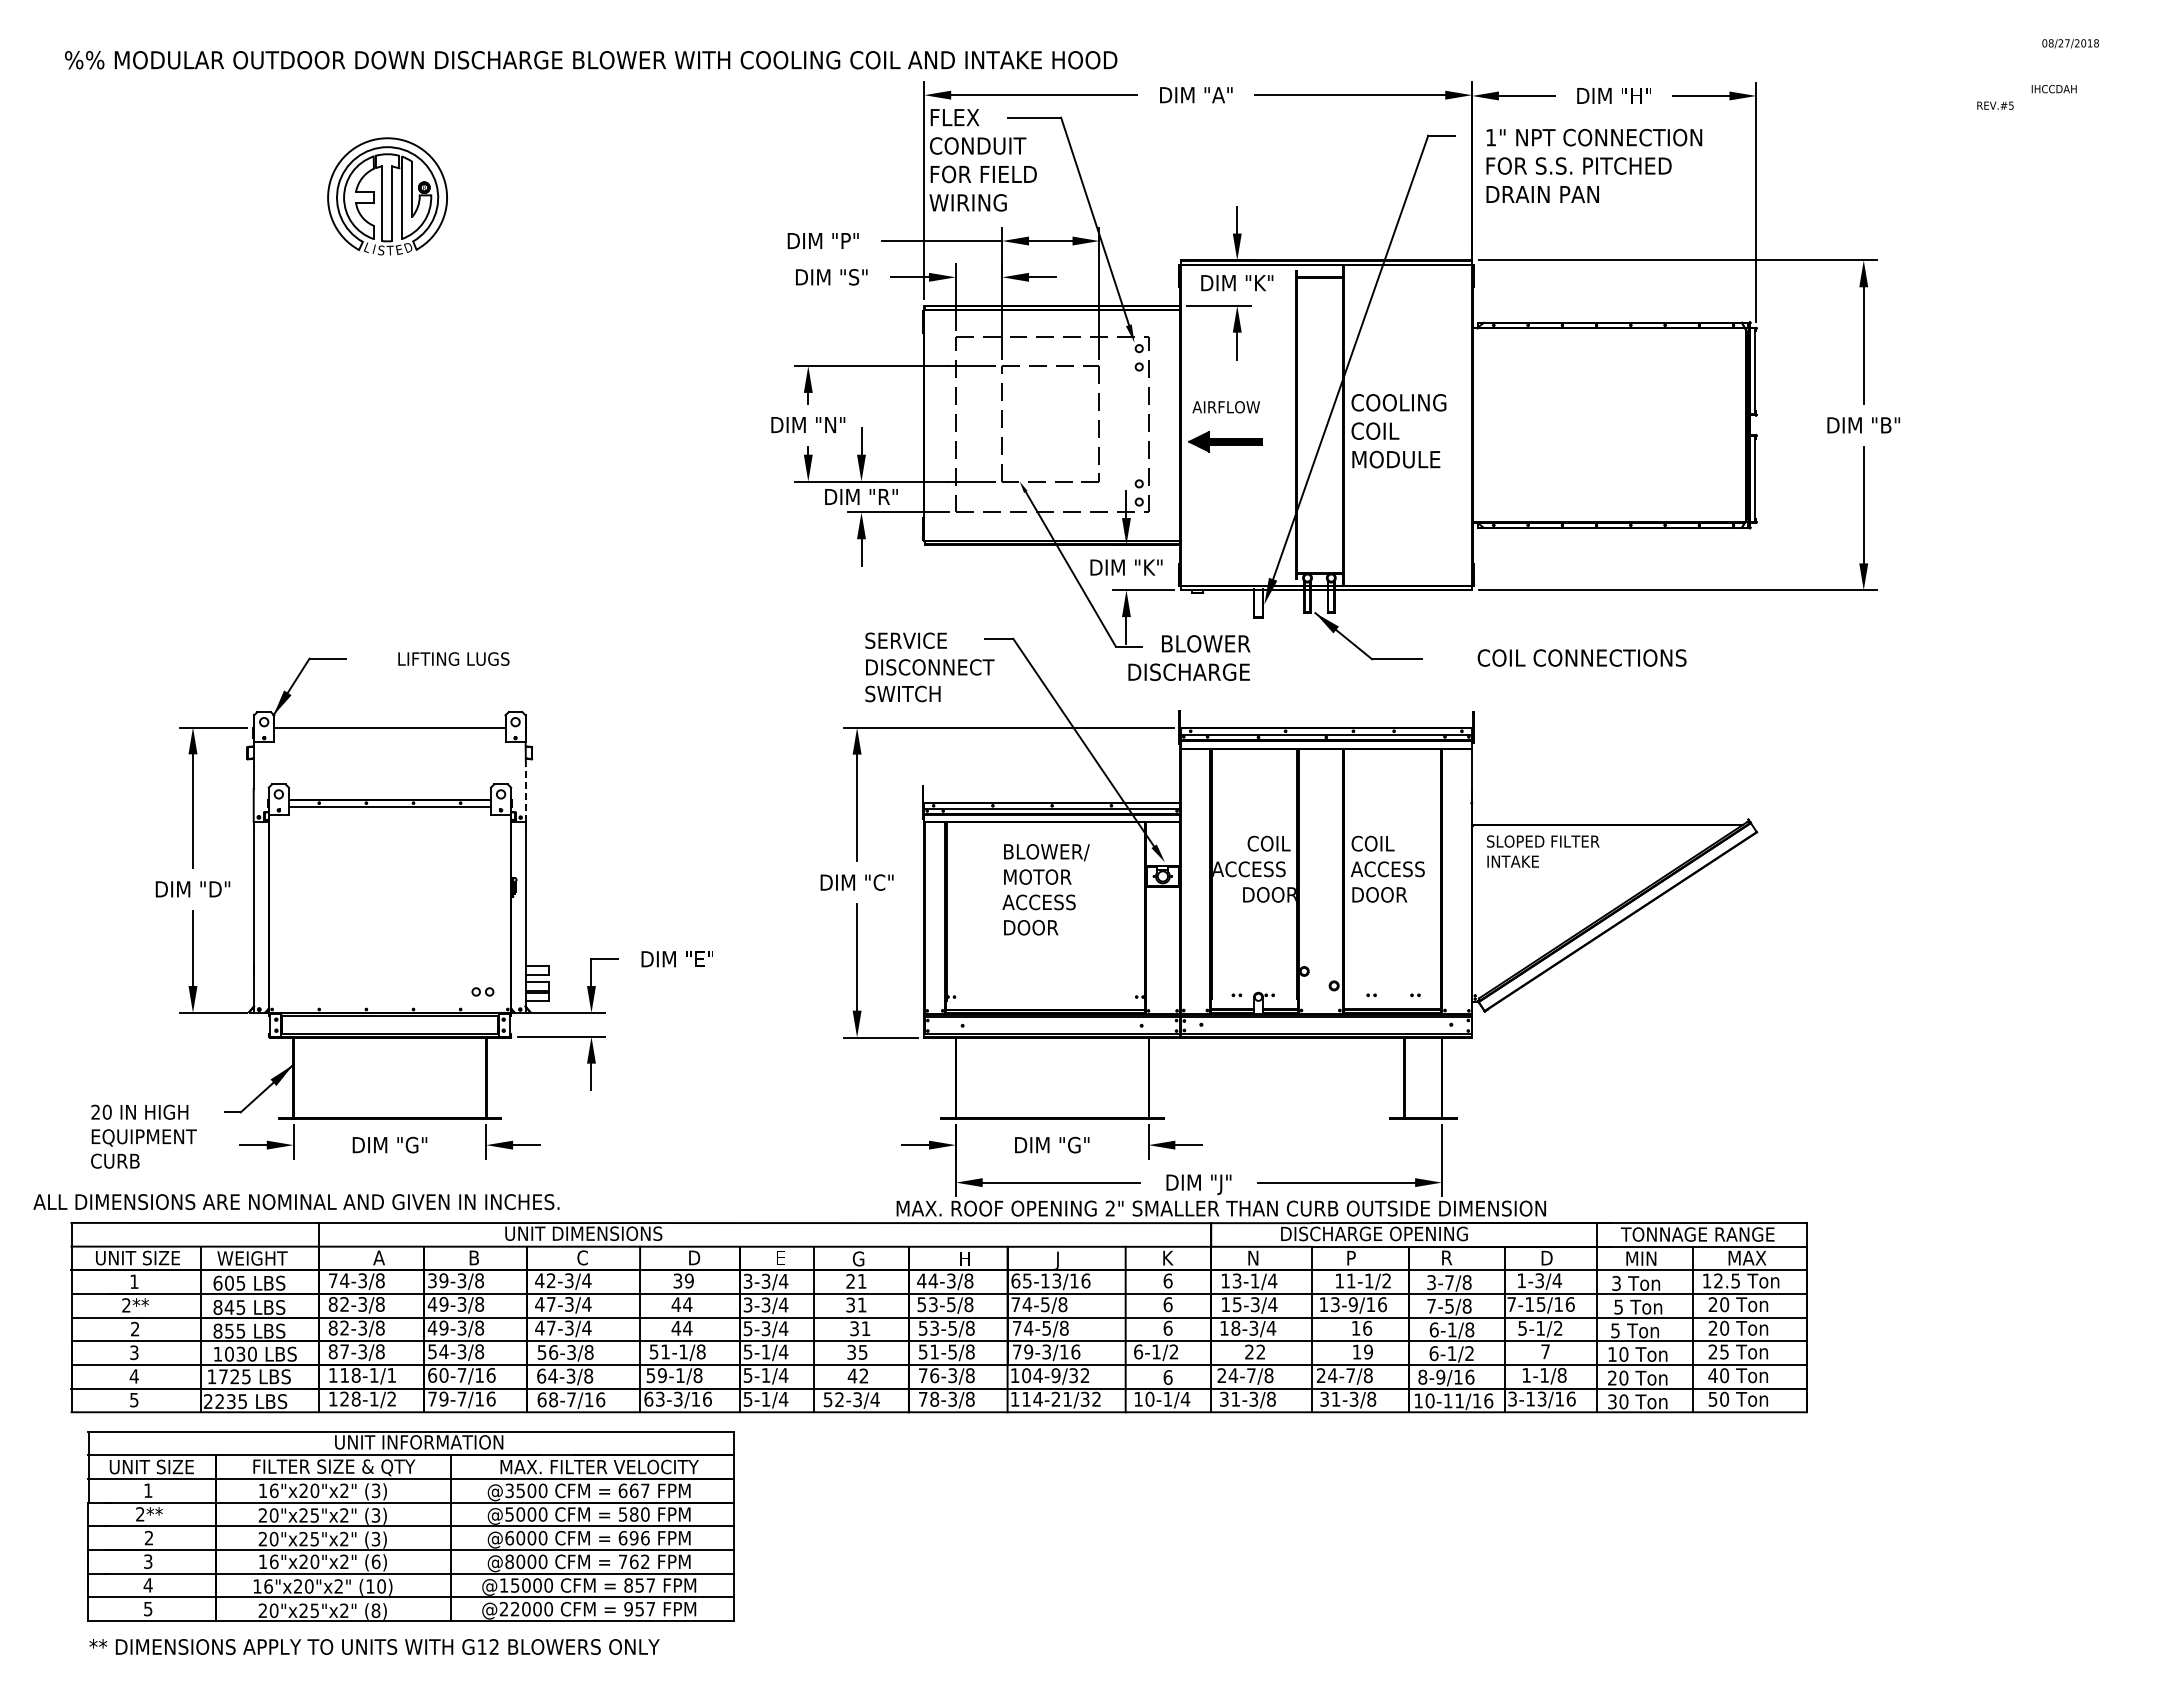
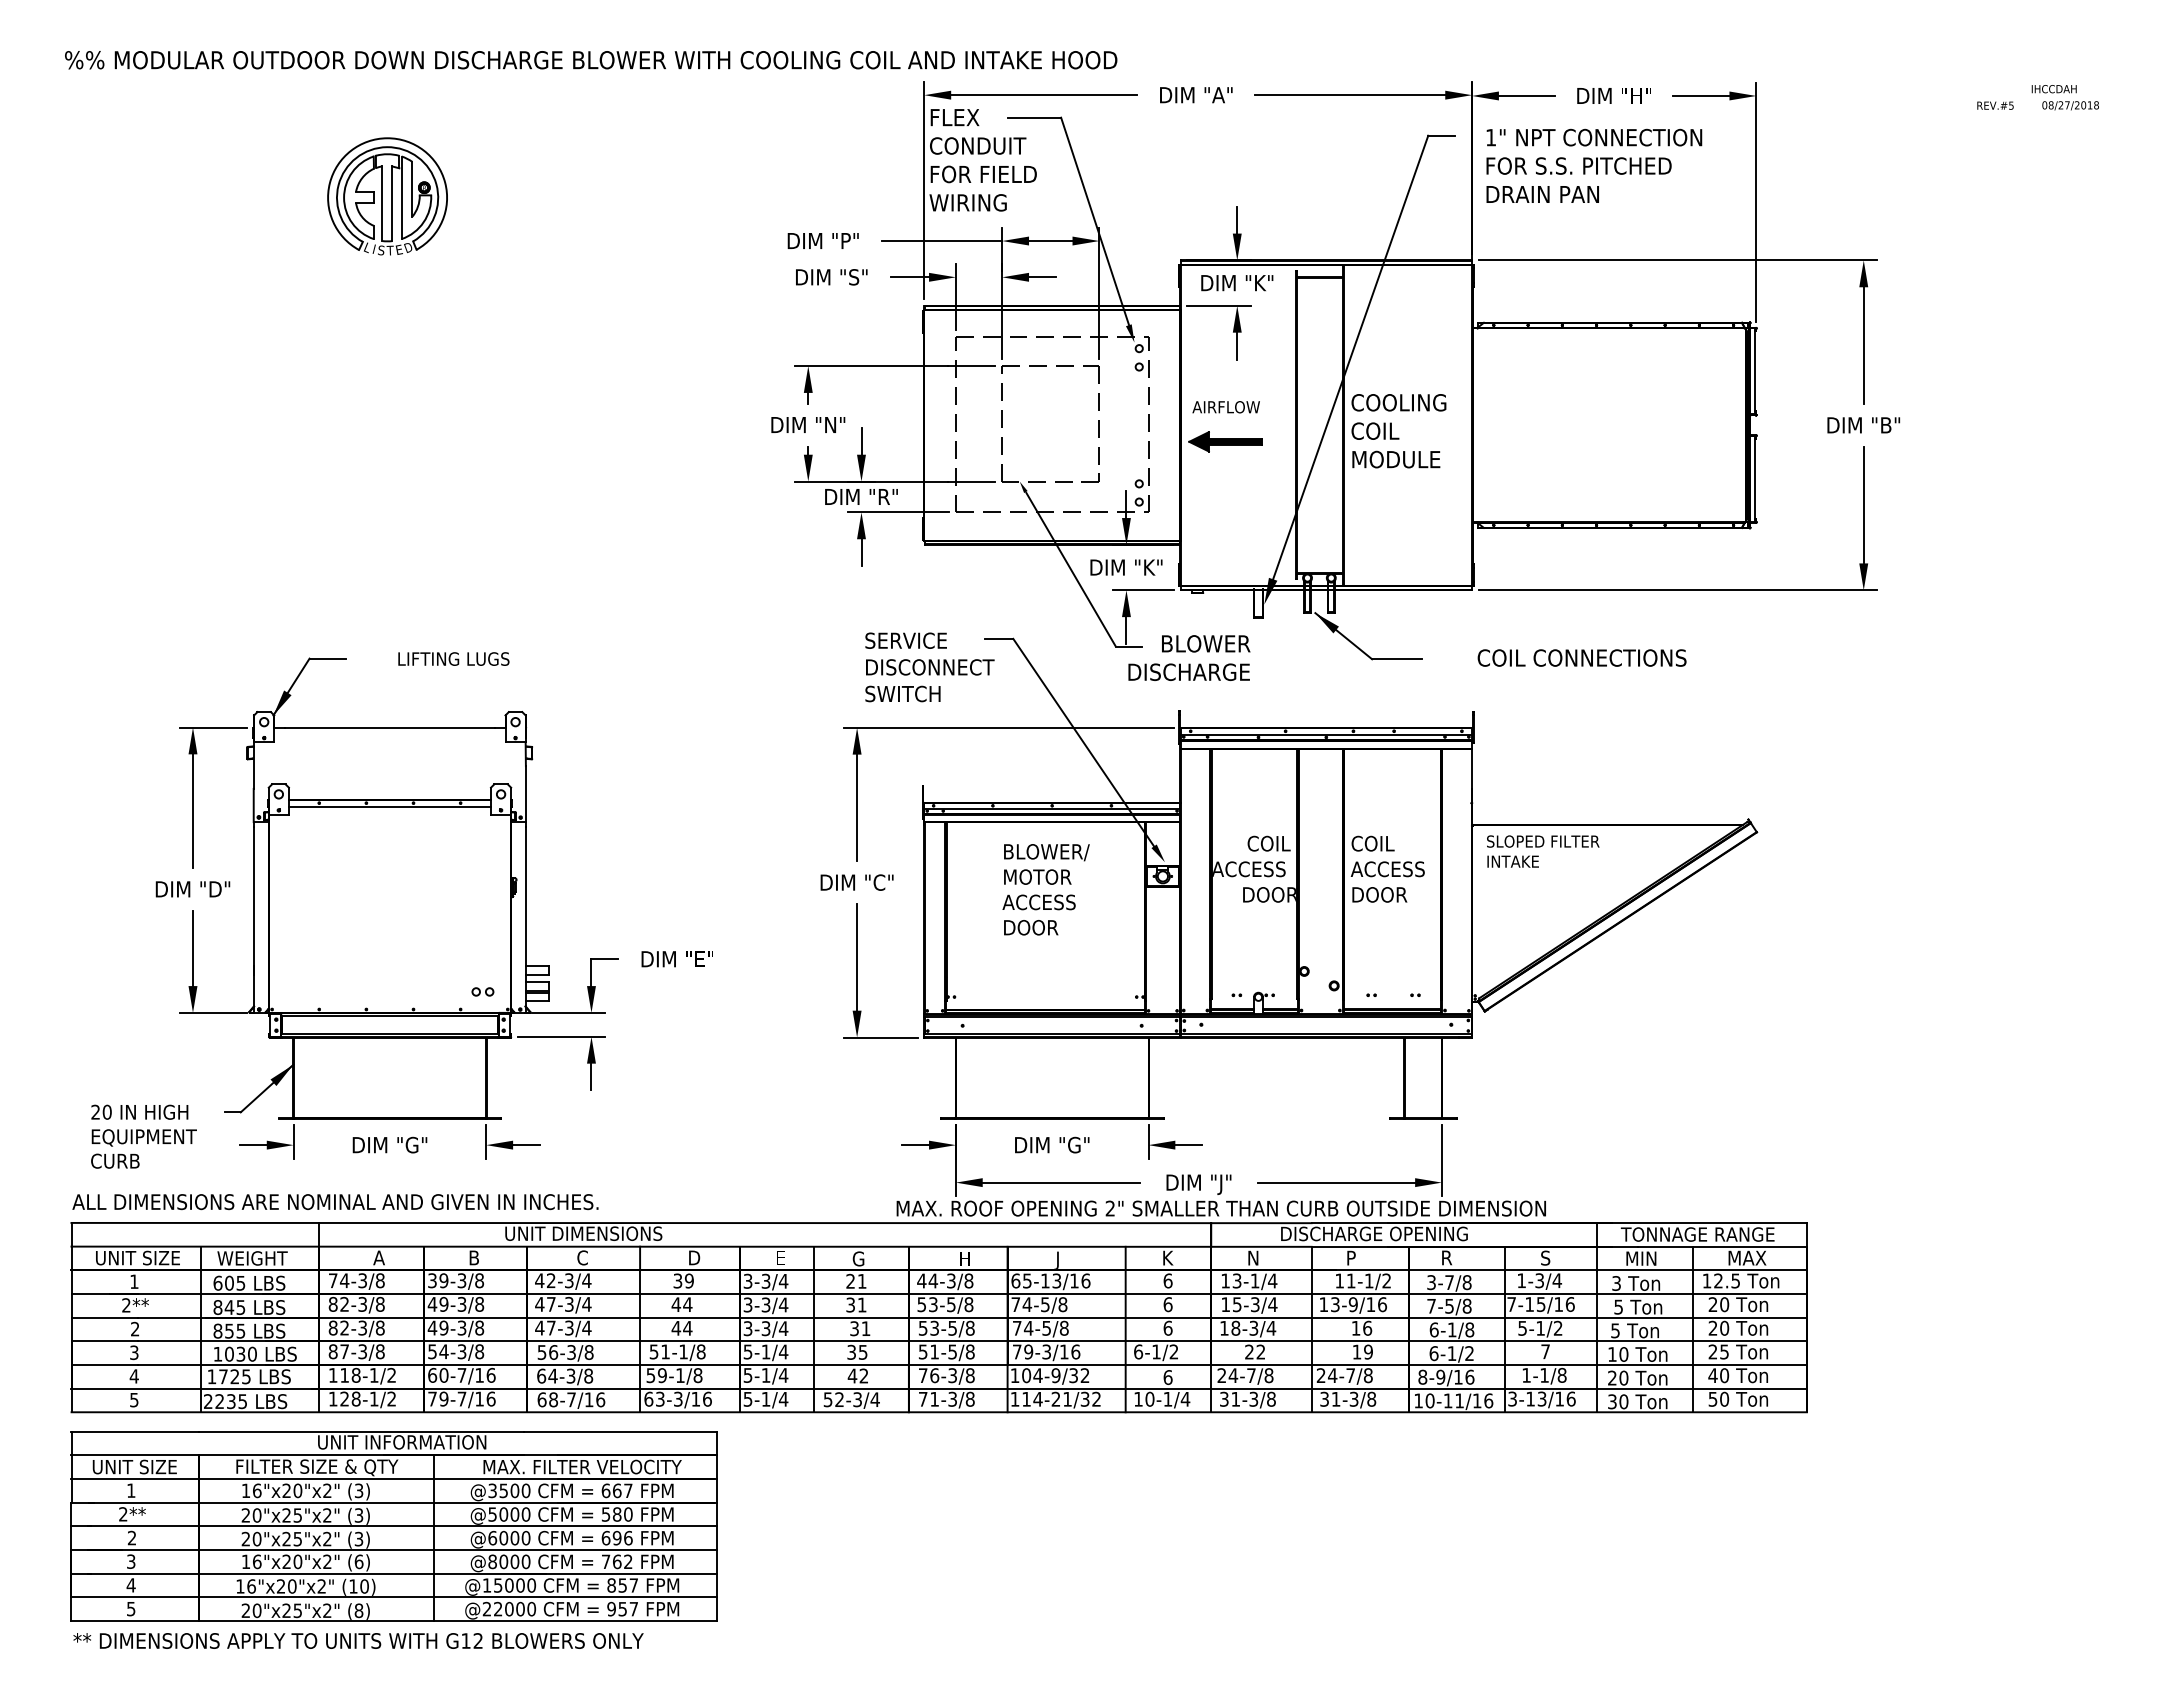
text at (2070, 43) position: (2070, 43) -> (2070, 105)
line at (525, 793): dashed -> solid
text at (296, 1202) position: (296, 1202) -> (335, 1202)
text at (1546, 1257): D -> S
text at (748, 1328): 5-3/4 -> 3-3/4
text at (391, 1374): 118-1/1 -> 118-1/2
text at (934, 1398): 78-3/8 -> 71-3/8
part at (410, 1526) position: (410, 1526) -> (393, 1526)
text at (374, 1646) position: (374, 1646) -> (358, 1640)
